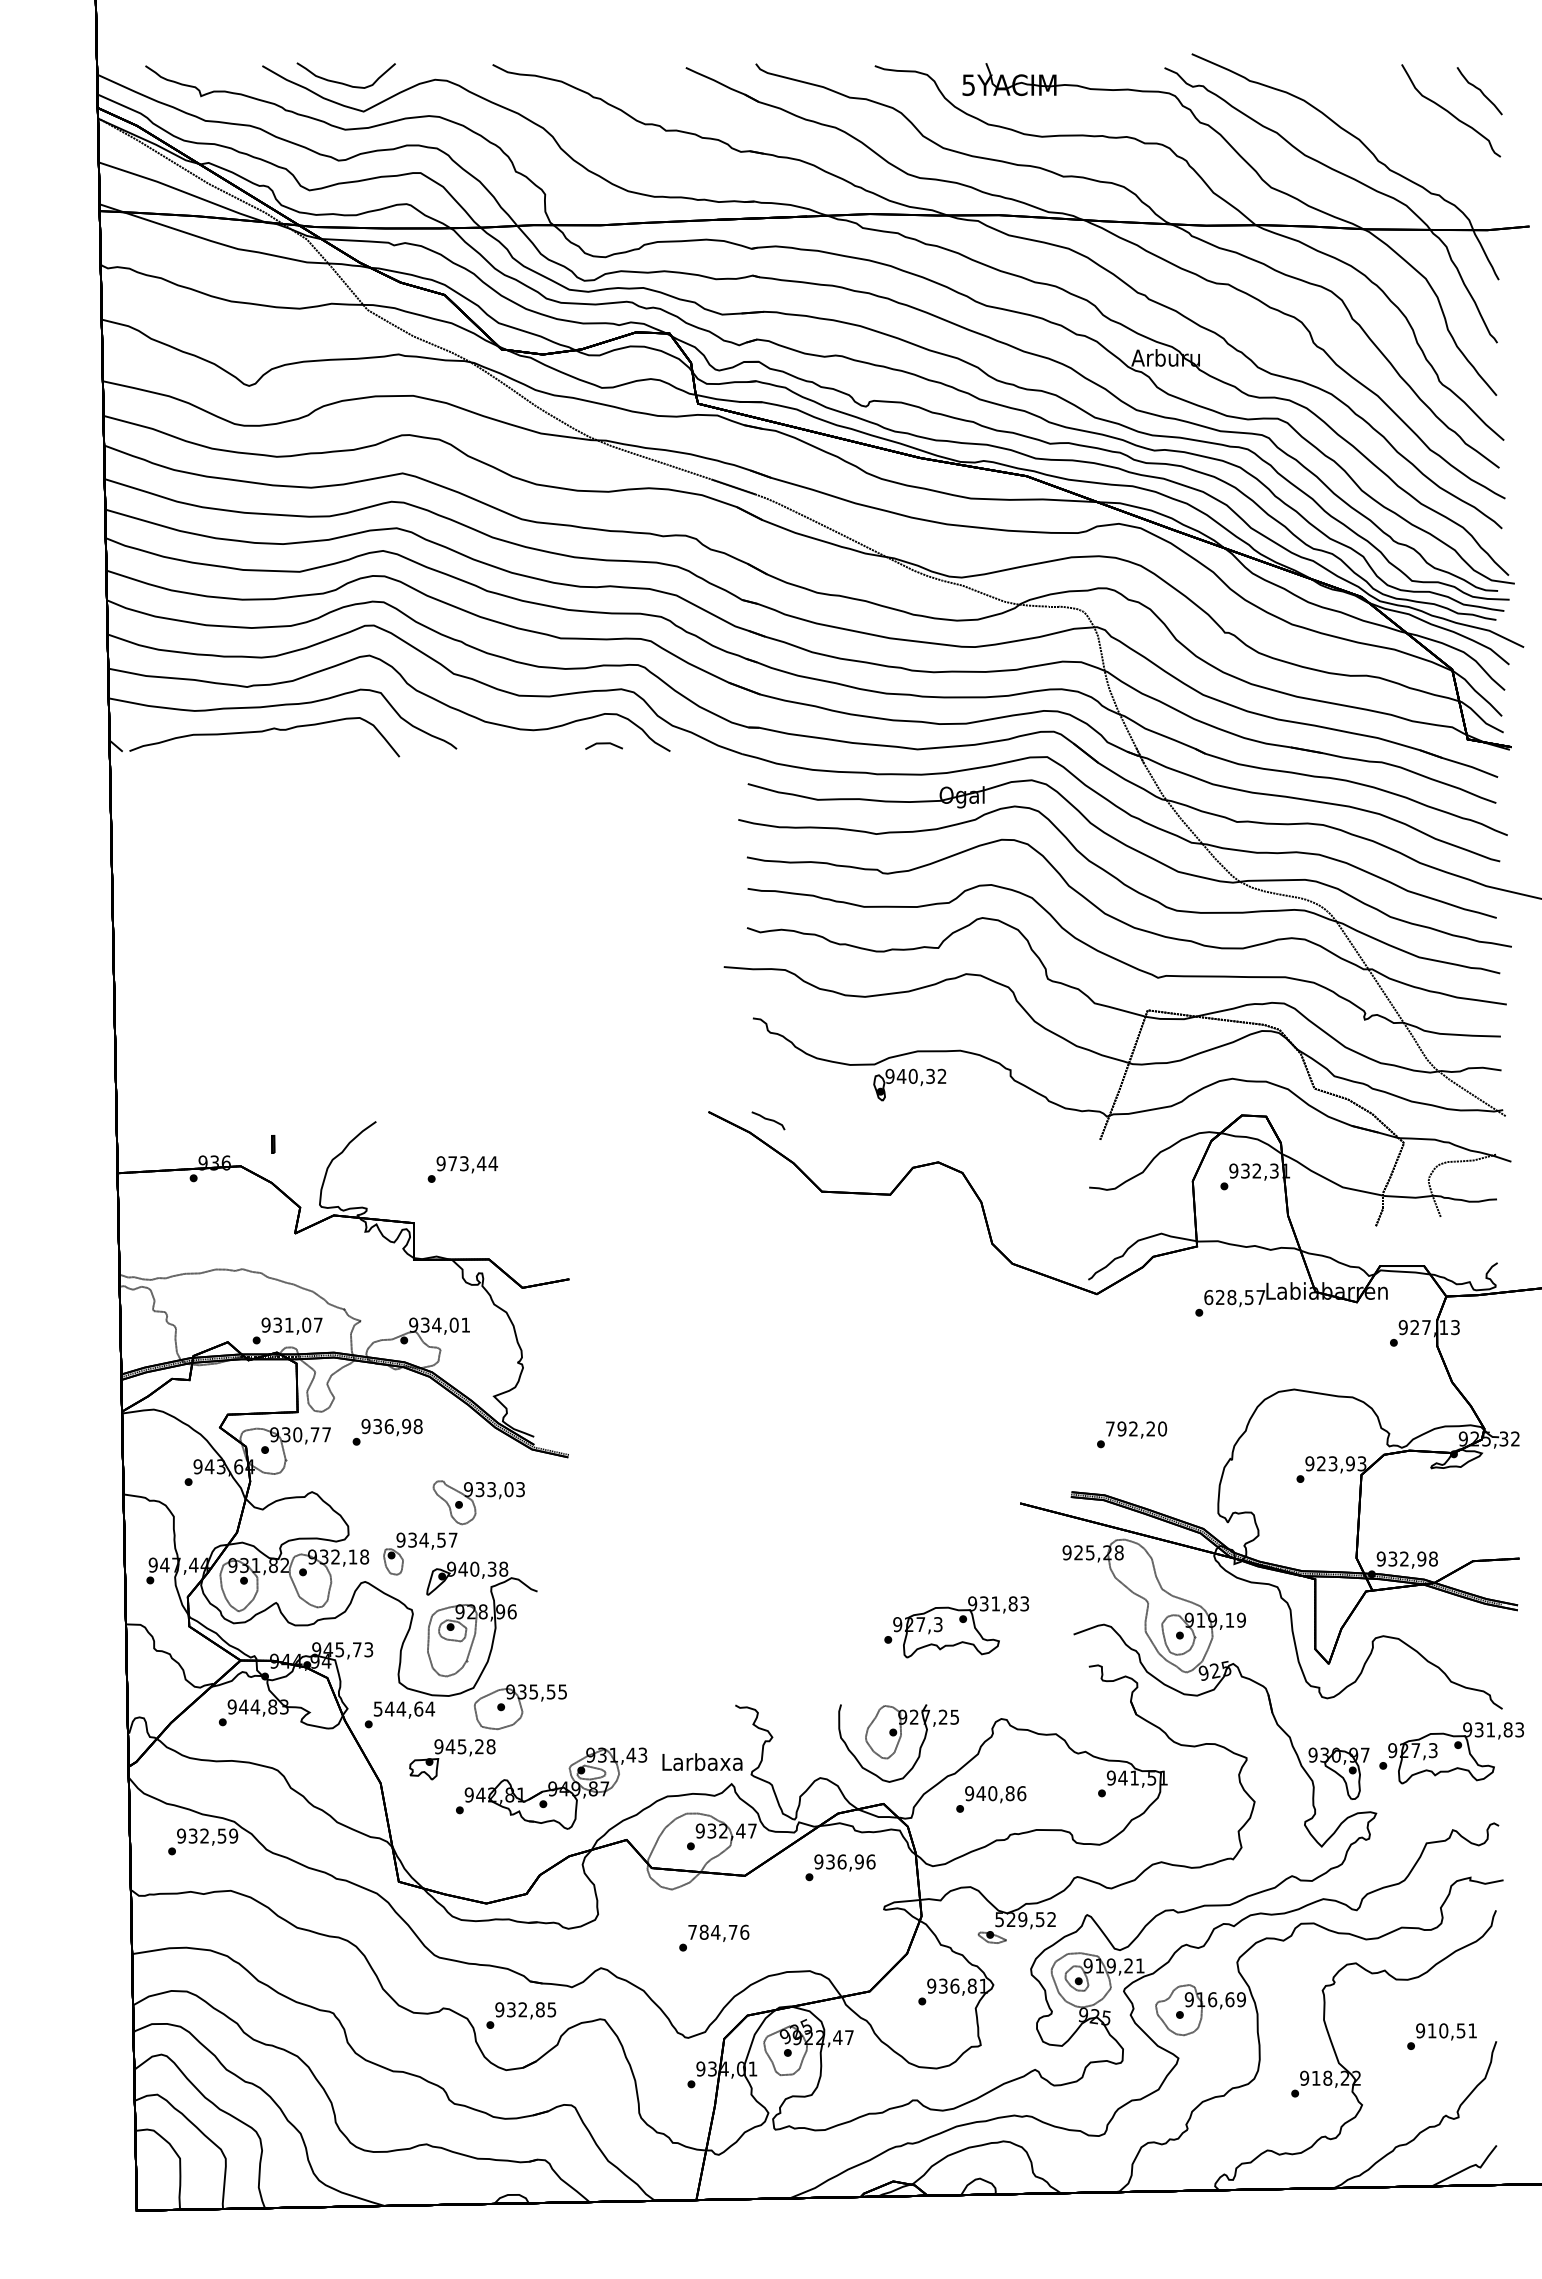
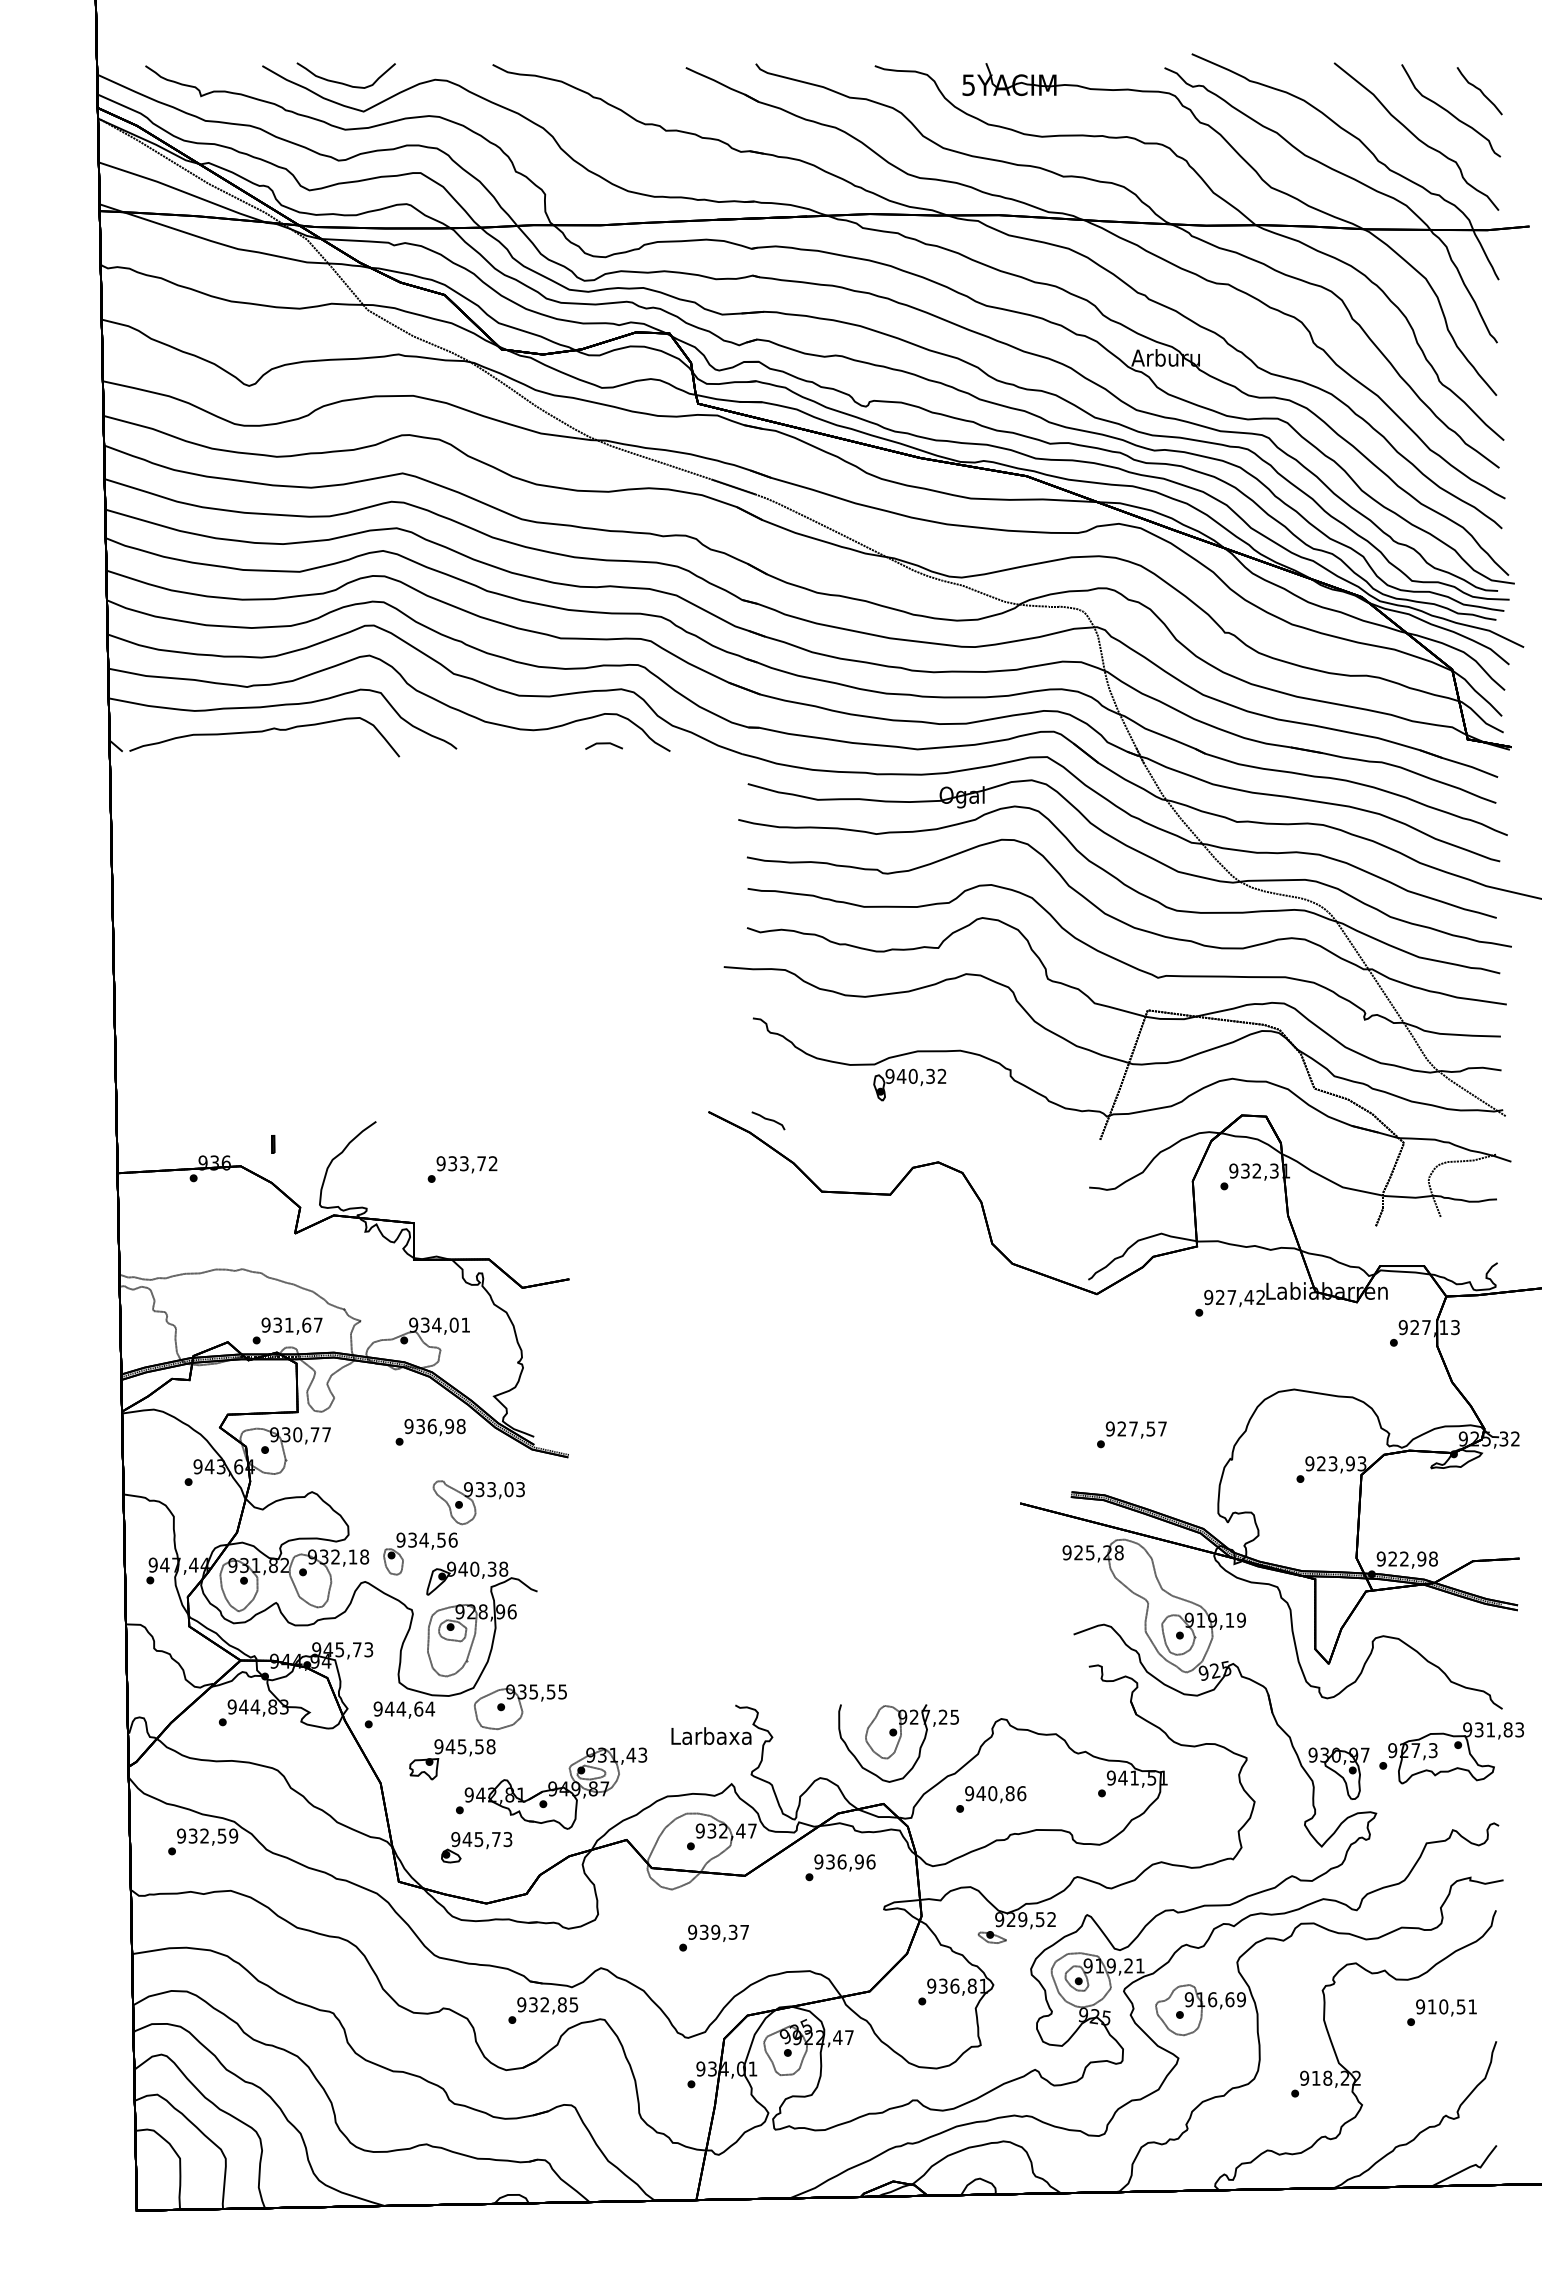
part at (1416, 136): none -> present
text at (473, 1163): 973,44 -> 933,72
text at (1234, 1297): 628,57 -> 927,42
text at (306, 1324): 931,07 -> 931,67
text at (1136, 1428): 792,20 -> 927,57
text at (387, 1432) position: (387, 1432) -> (430, 1432)
text at (452, 1539): 934,57 -> 934,56
text at (1392, 1559): 932,98 -> 922,98
part at (956, 1627): present -> none
text at (377, 1708): 544,64 -> 944,64
text at (479, 1746): 945,28 -> 945,58
text at (702, 1761) position: (702, 1761) -> (711, 1735)
part at (476, 1847): none -> present
text at (999, 1919): 529,52 -> 929,52
text at (718, 1931): 784,76 -> 939,37
text at (521, 2015) position: (521, 2015) -> (543, 2010)
text at (1441, 2036) position: (1441, 2036) -> (1441, 2012)
